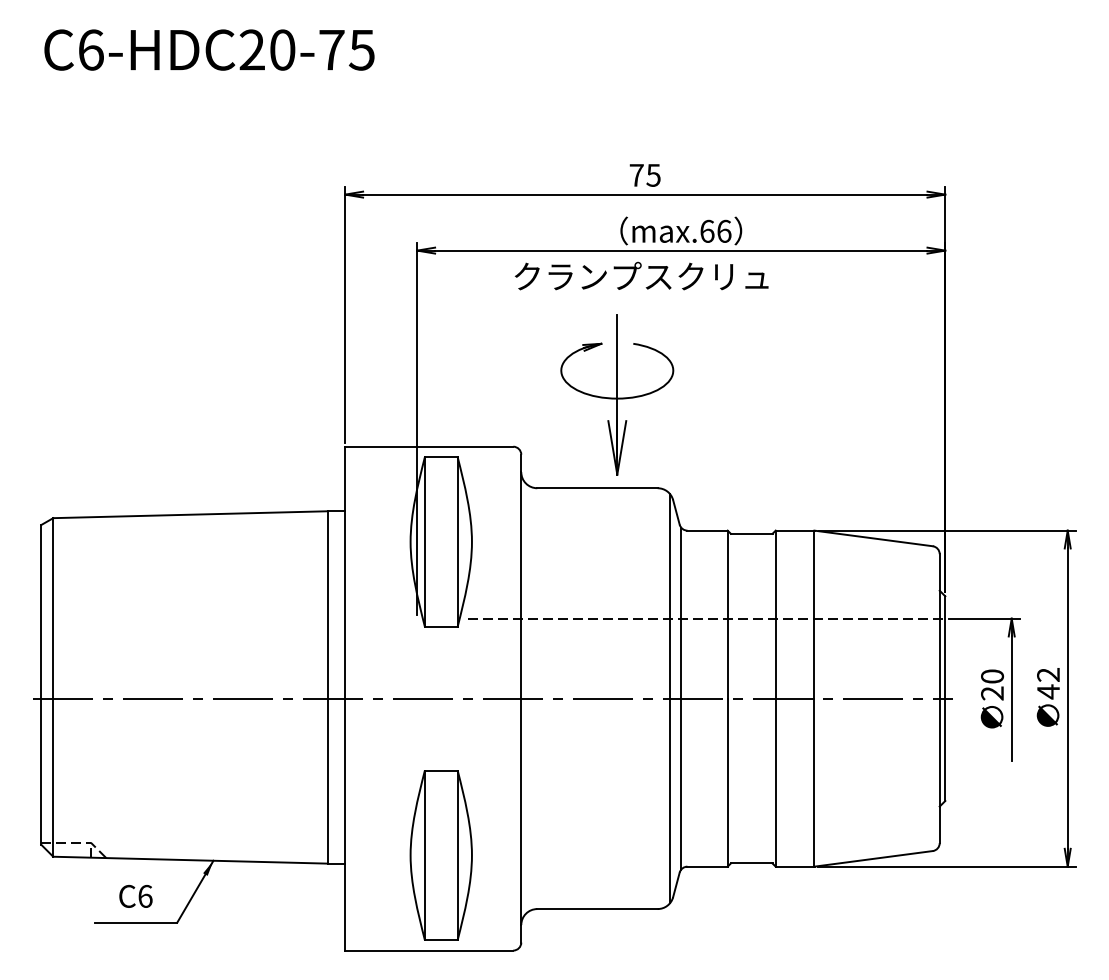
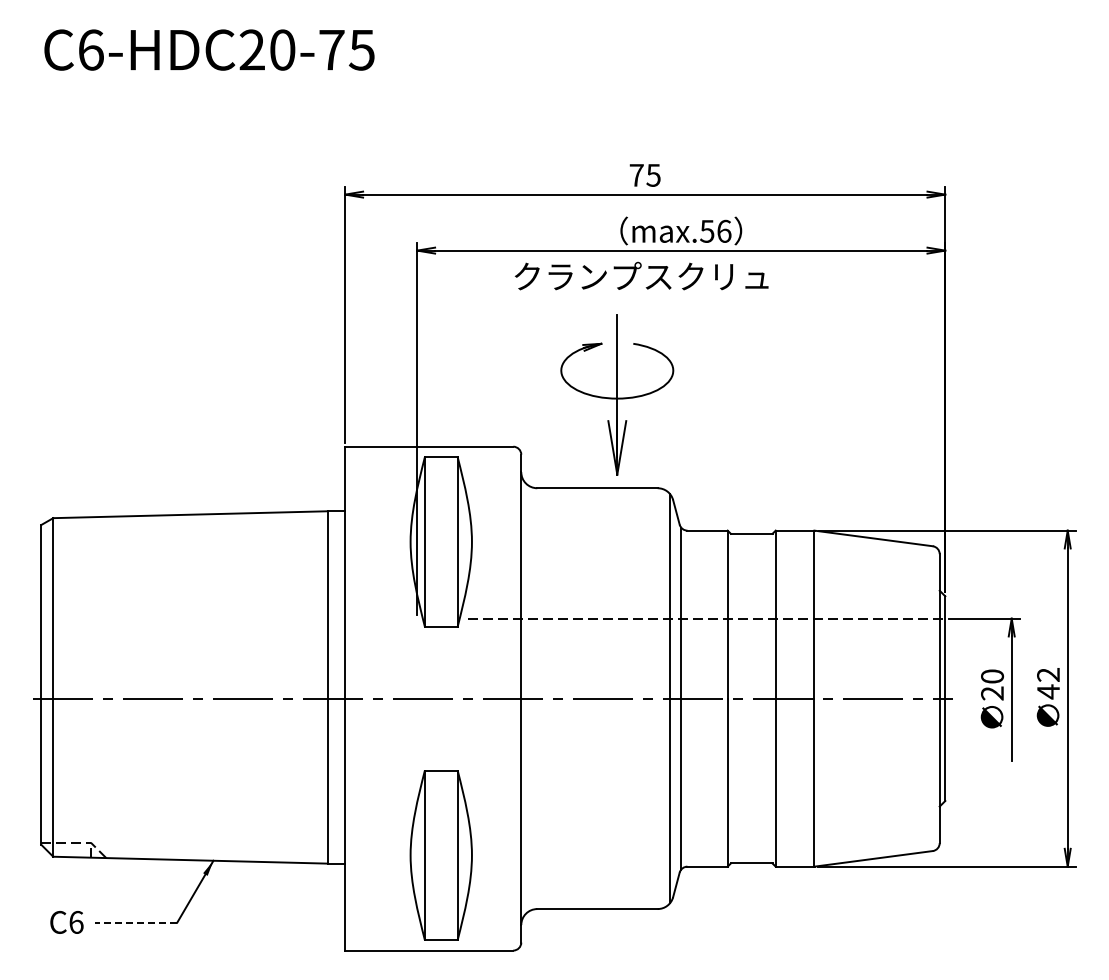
text at (707, 230): max.66 -> max.56
text at (135, 896) position: (135, 896) -> (66, 922)
line at (135, 922): solid -> dashed
